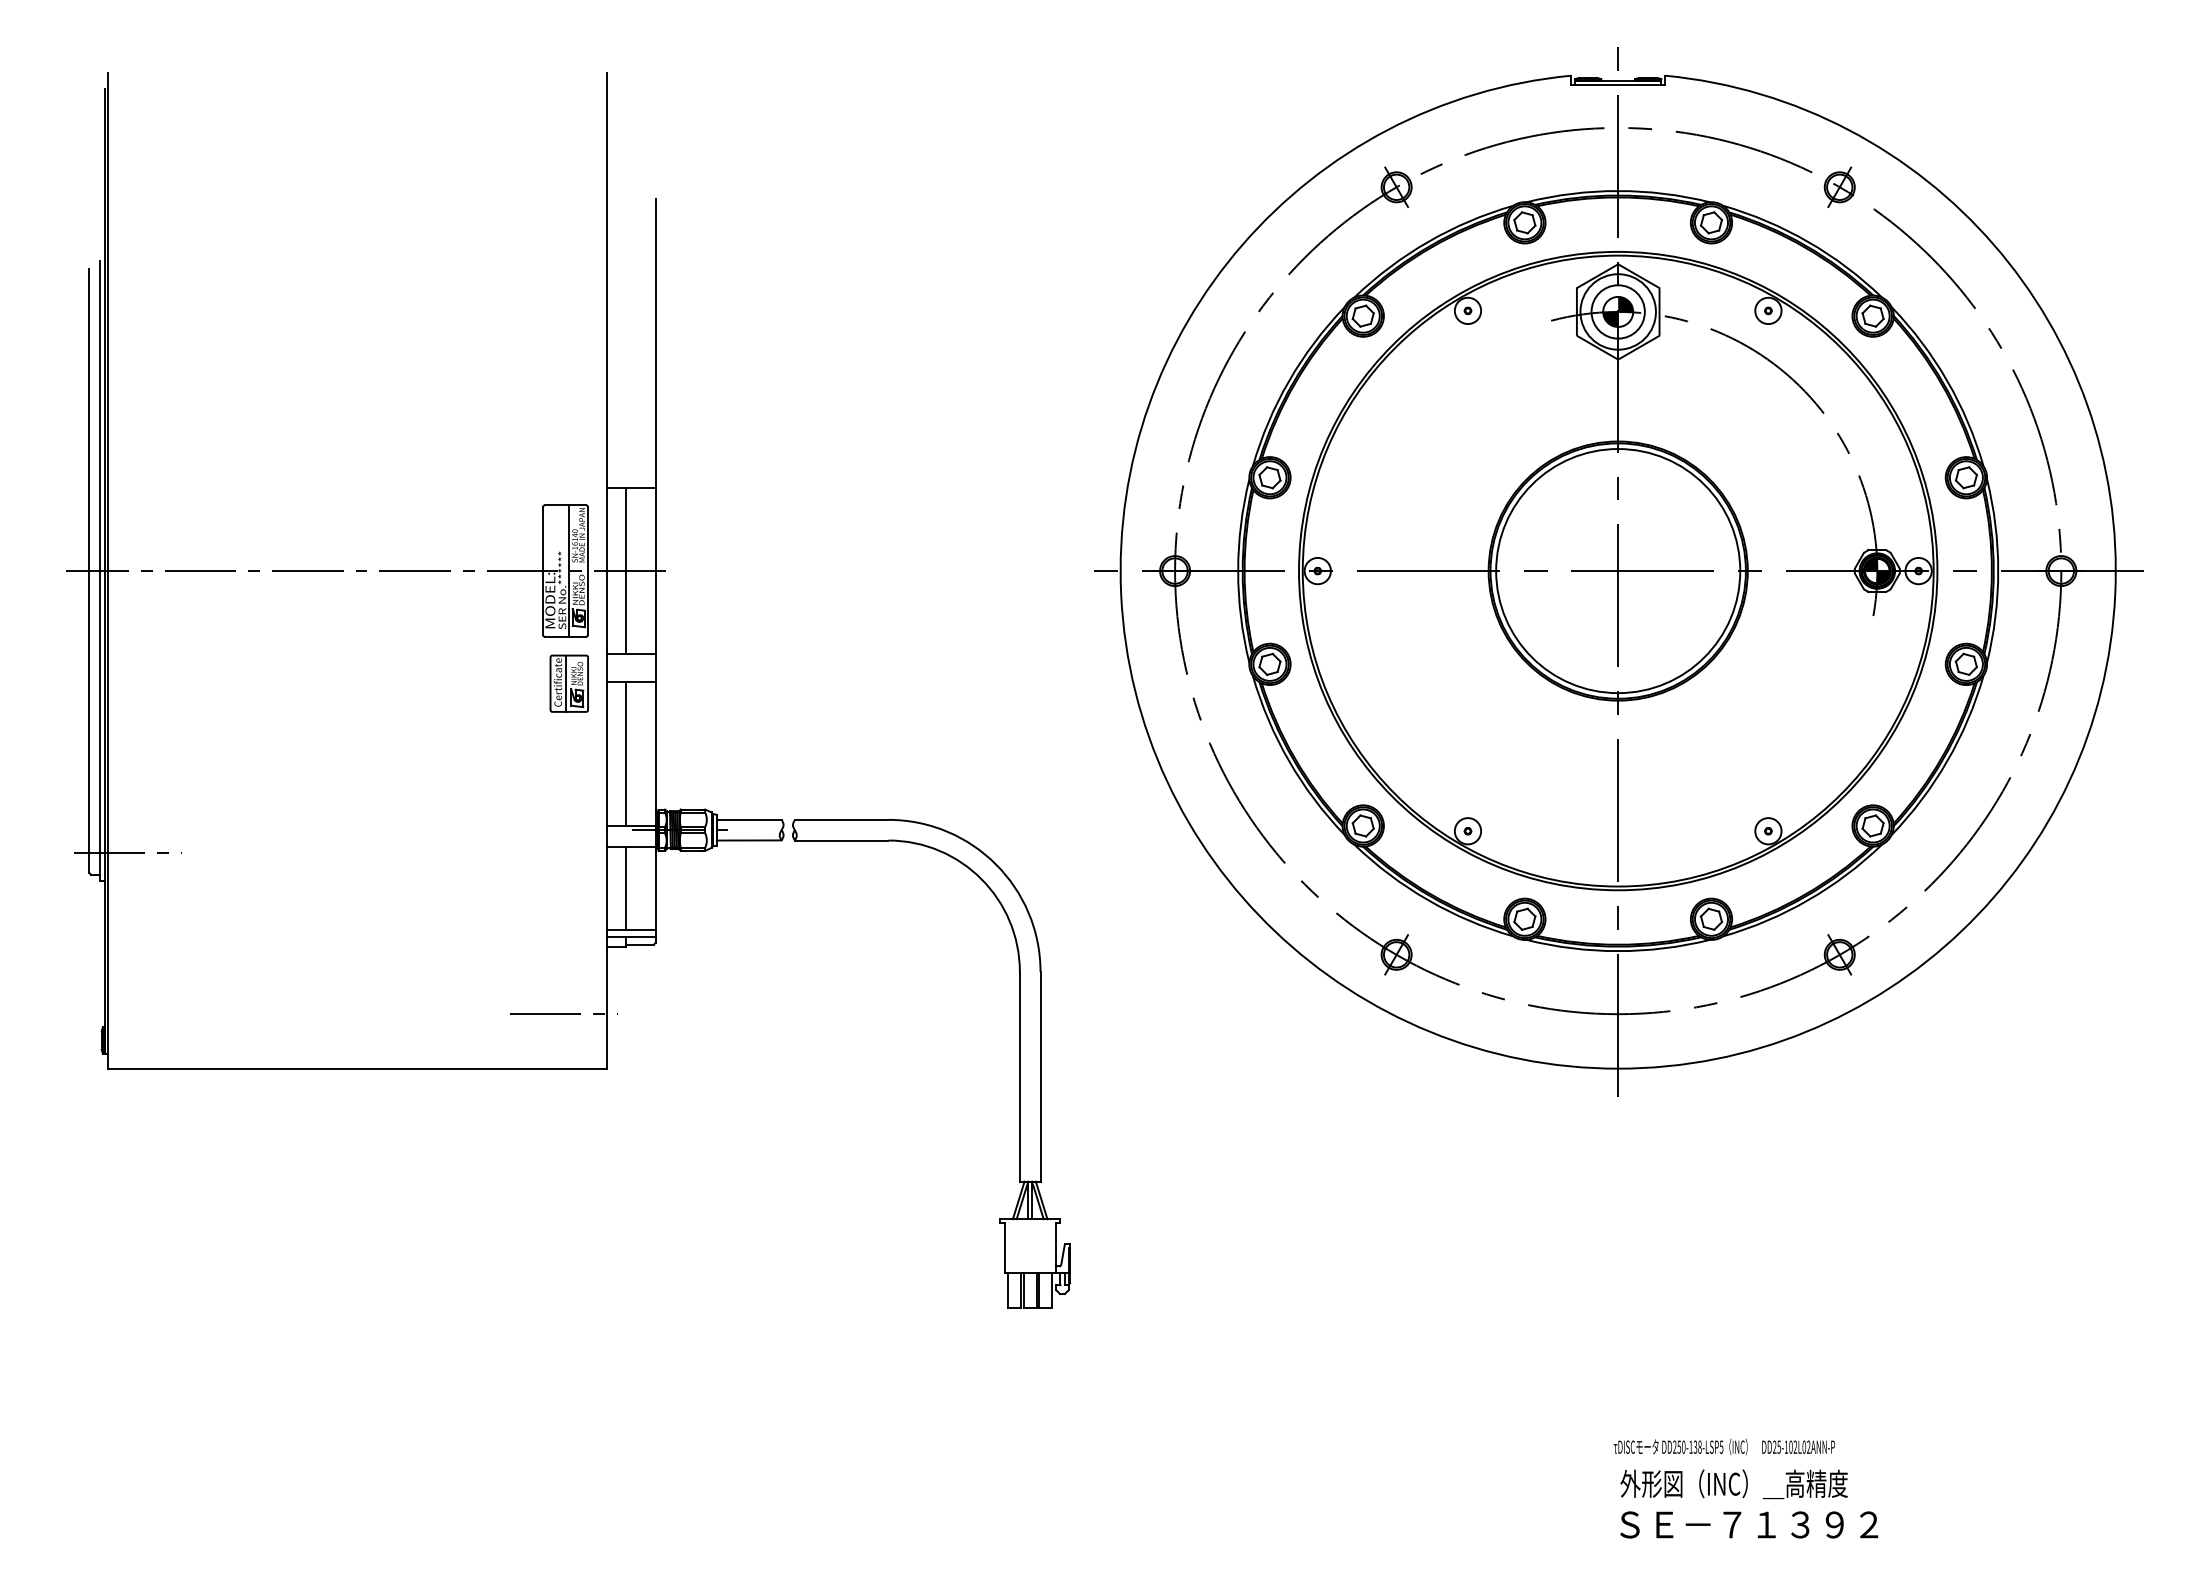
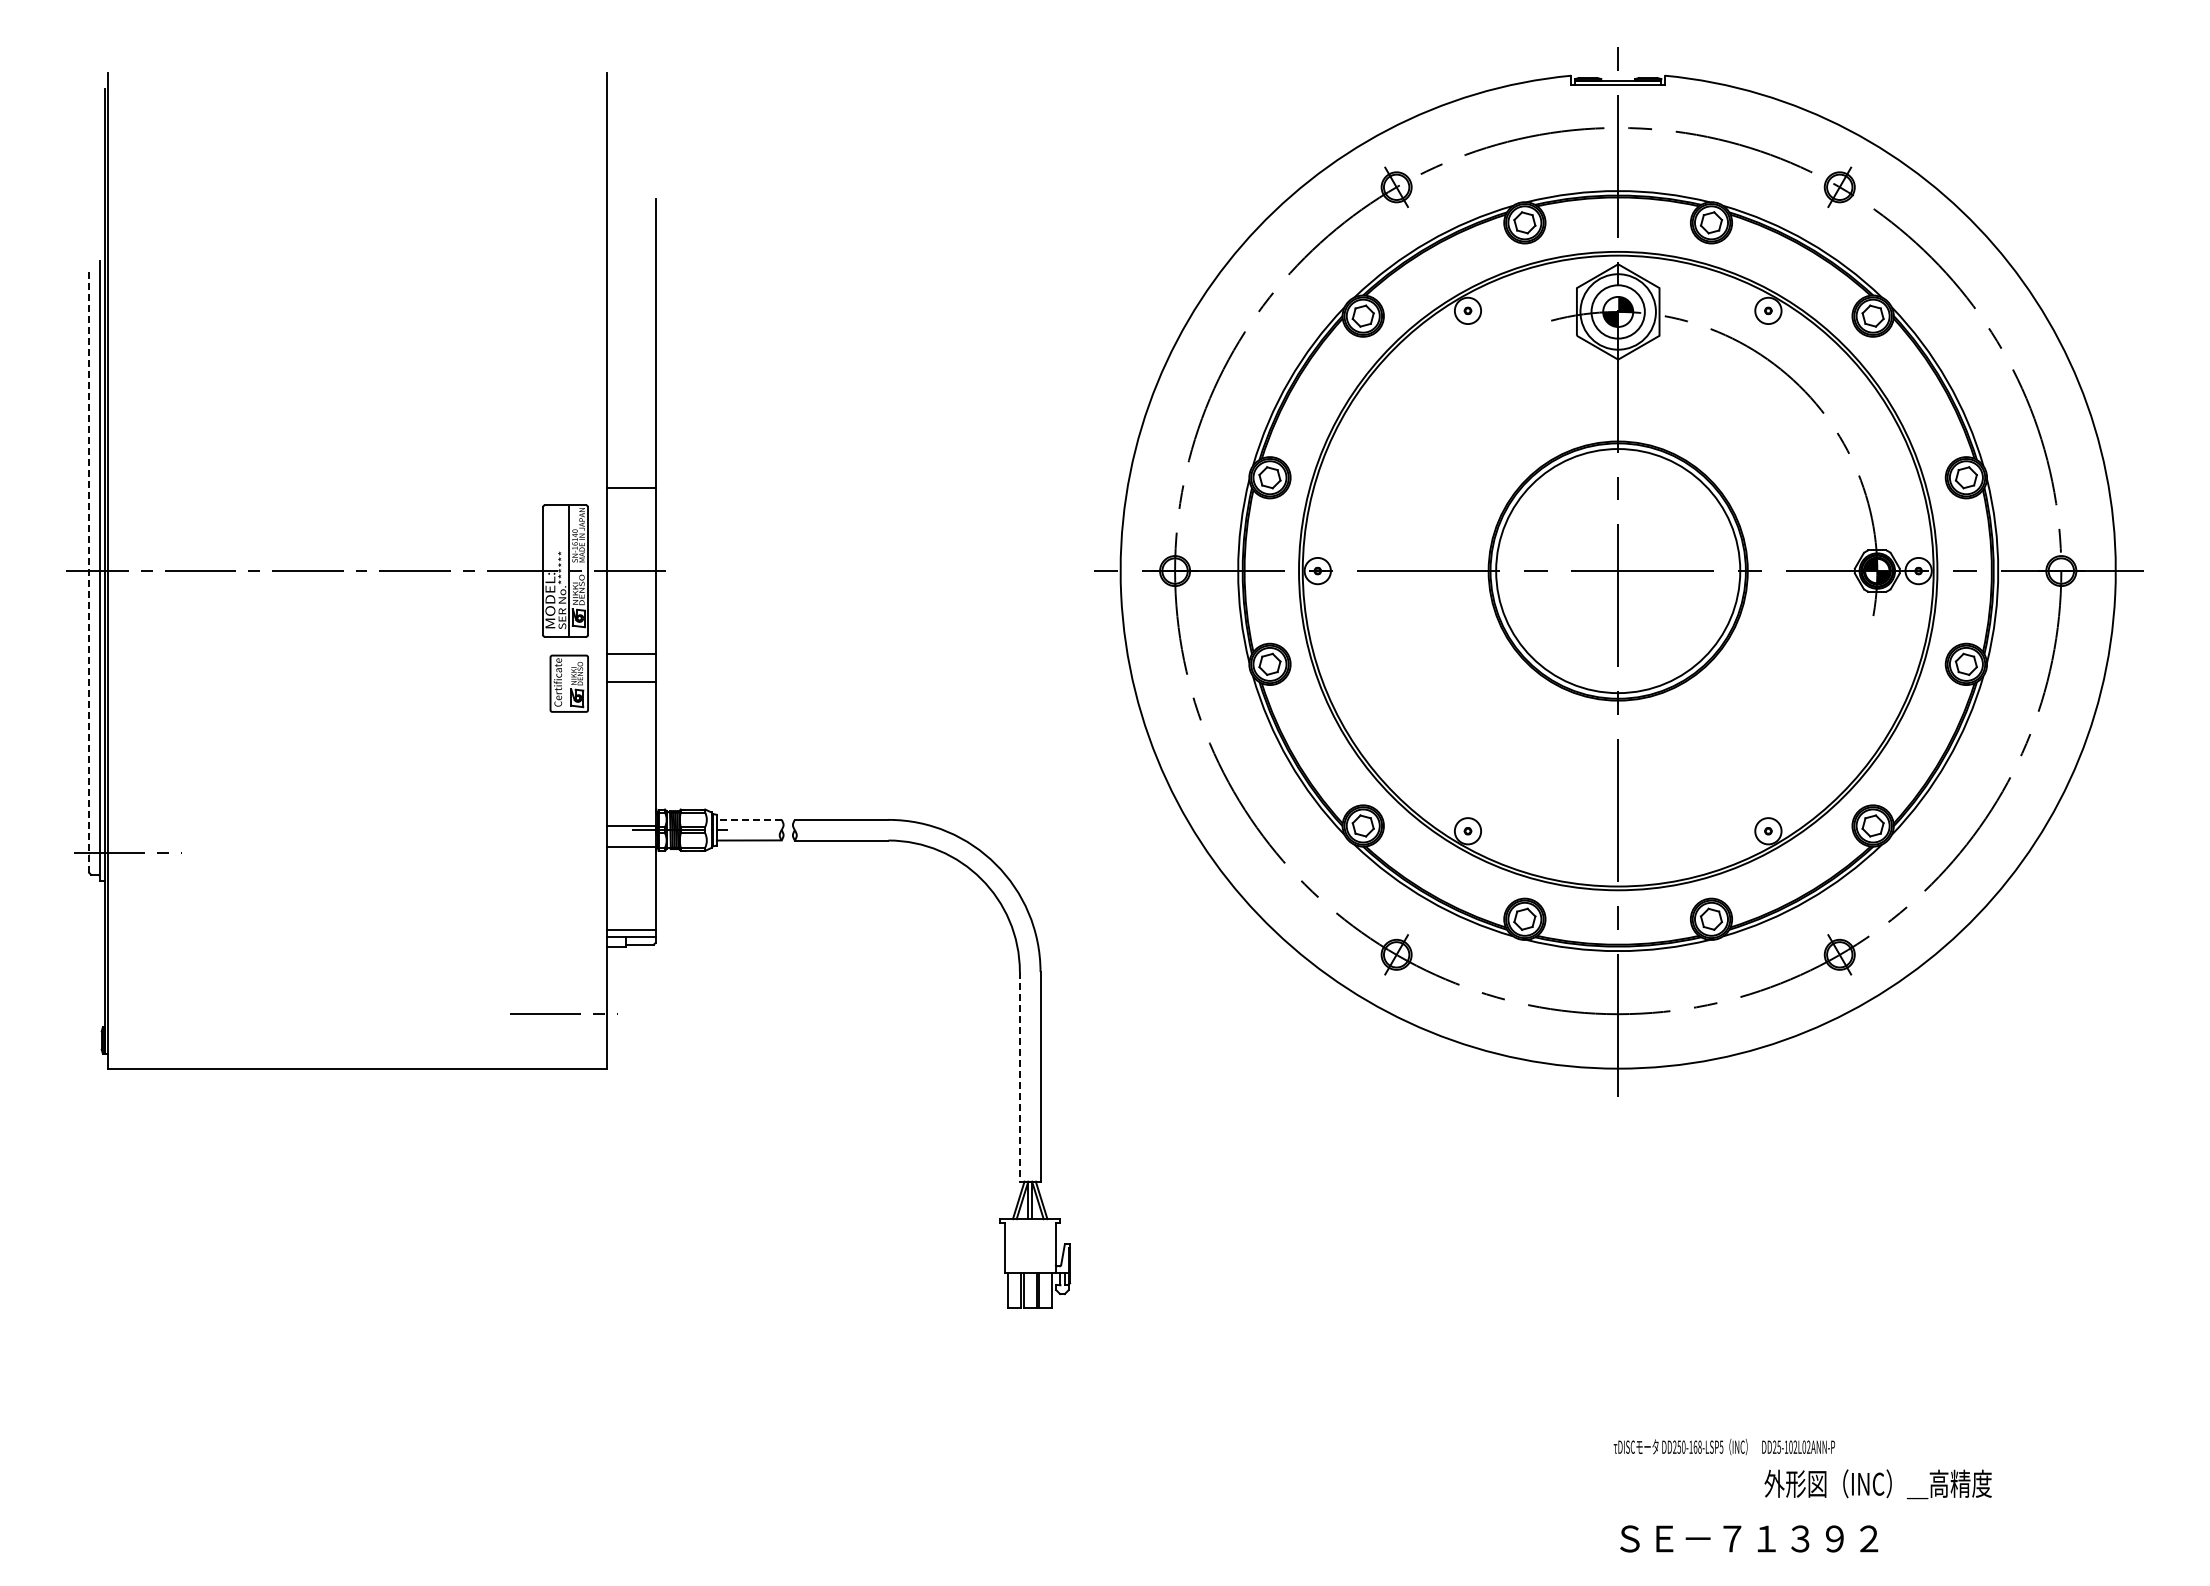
line at (625, 570): present -> none
line at (89, 571): solid -> dashed
line at (565, 683): present -> none
line at (625, 754): present -> none
line at (748, 819): solid -> dashed
line at (625, 887): present -> none
line at (1019, 1076): solid -> dashed
text at (1695, 1446): DD250-138-LSP5 -> DD250-168-LSP5
text at (1733, 1484) position: (1733, 1484) -> (1877, 1484)
text at (1749, 1524) position: (1749, 1524) -> (1749, 1538)
